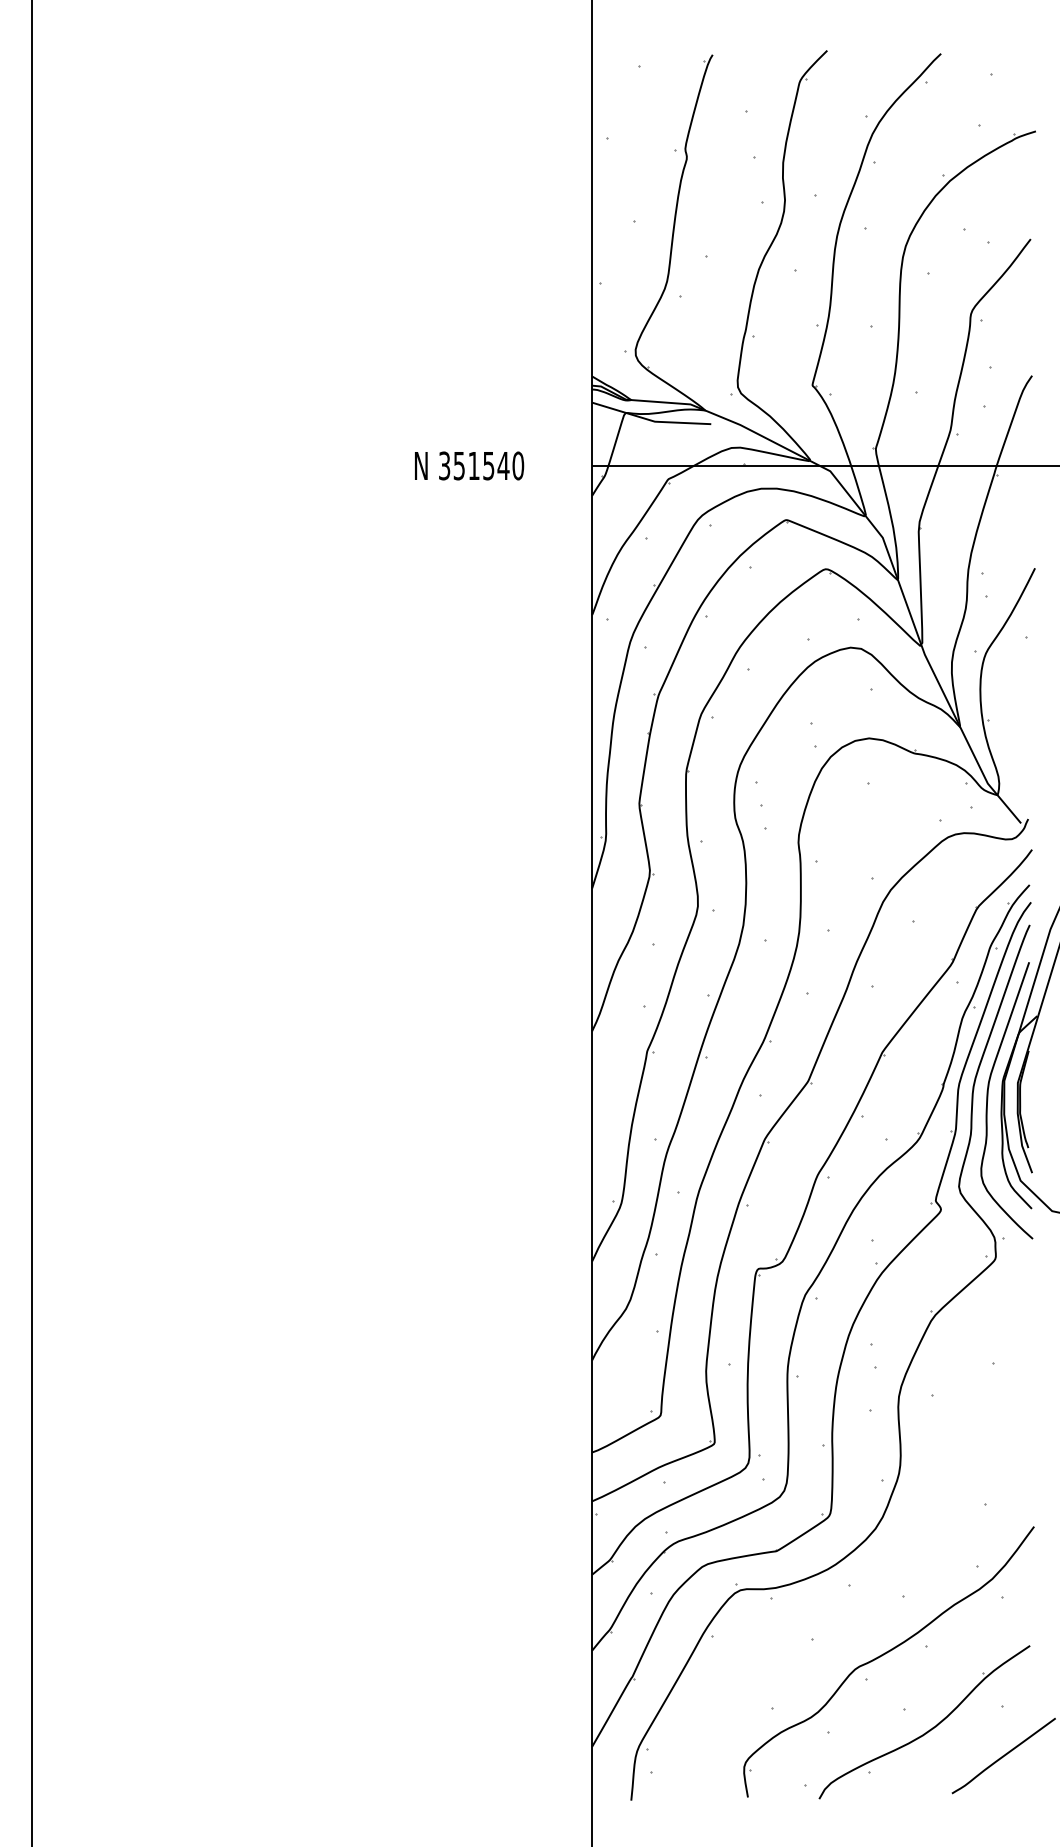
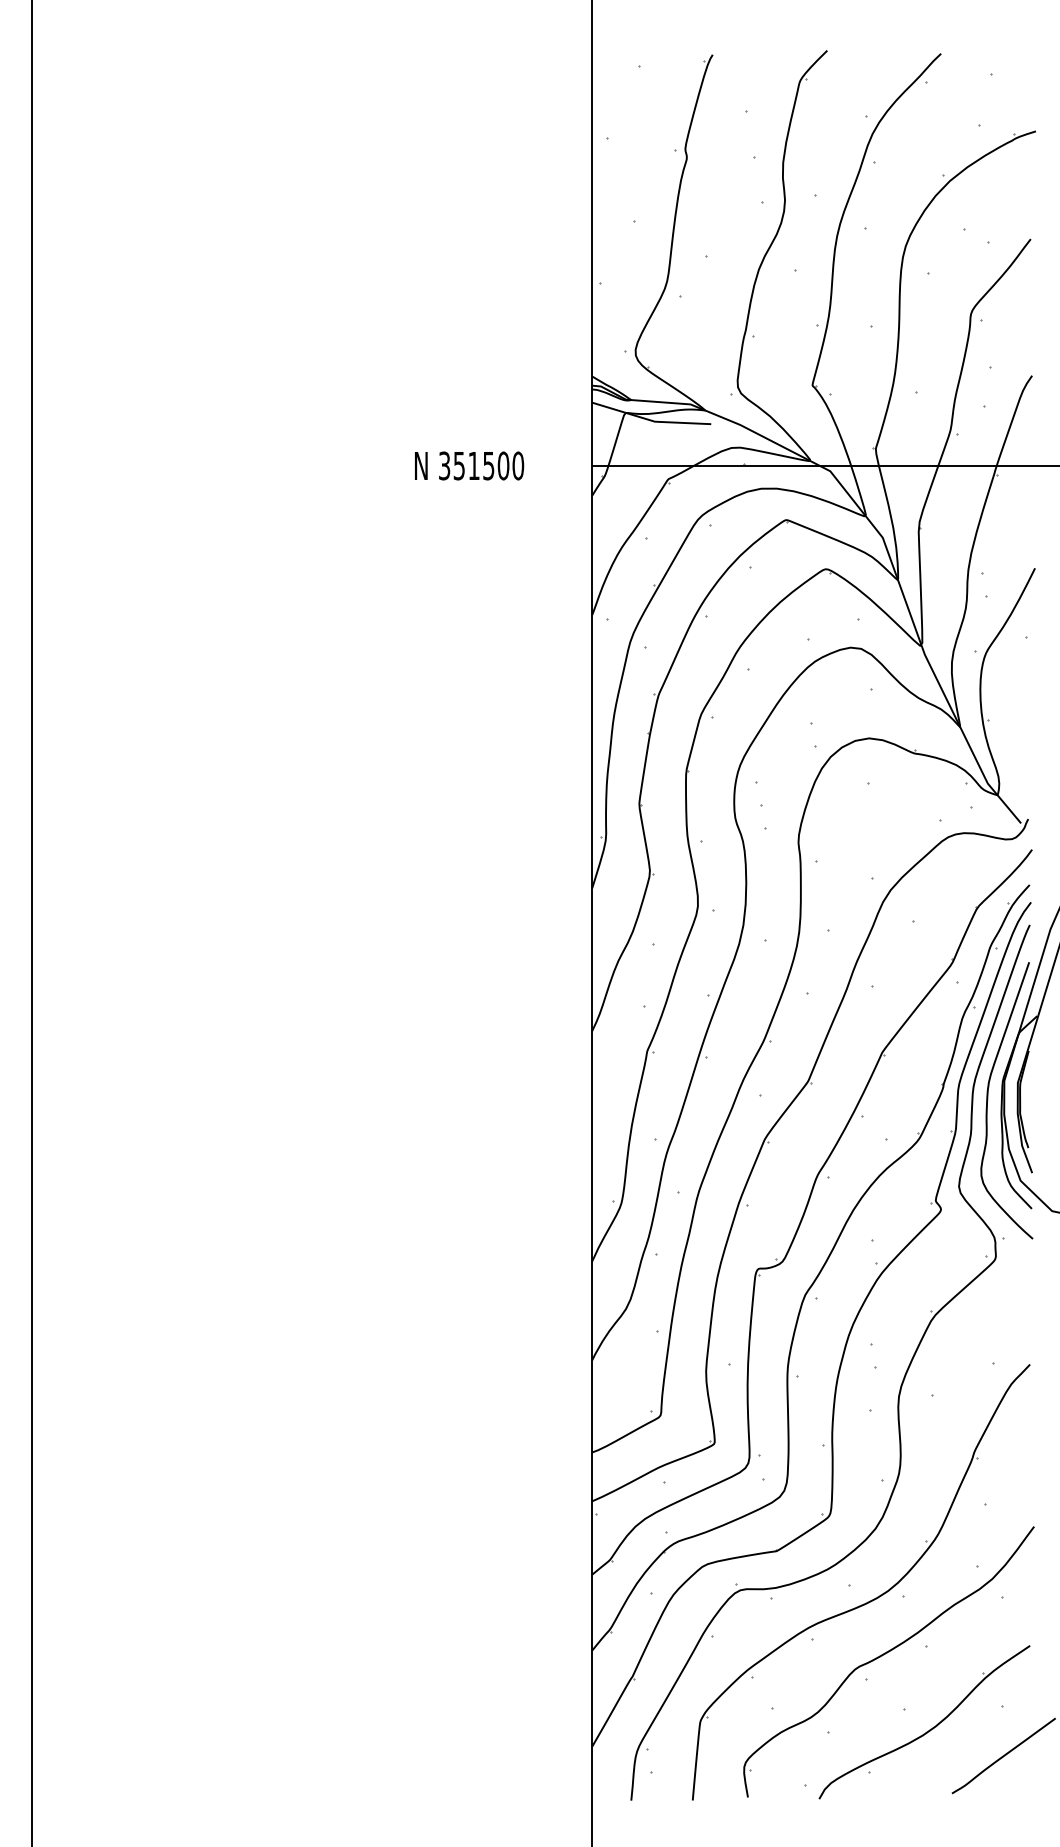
text at (503, 465): 351540 -> 351500
part at (871, 1599): none -> present
